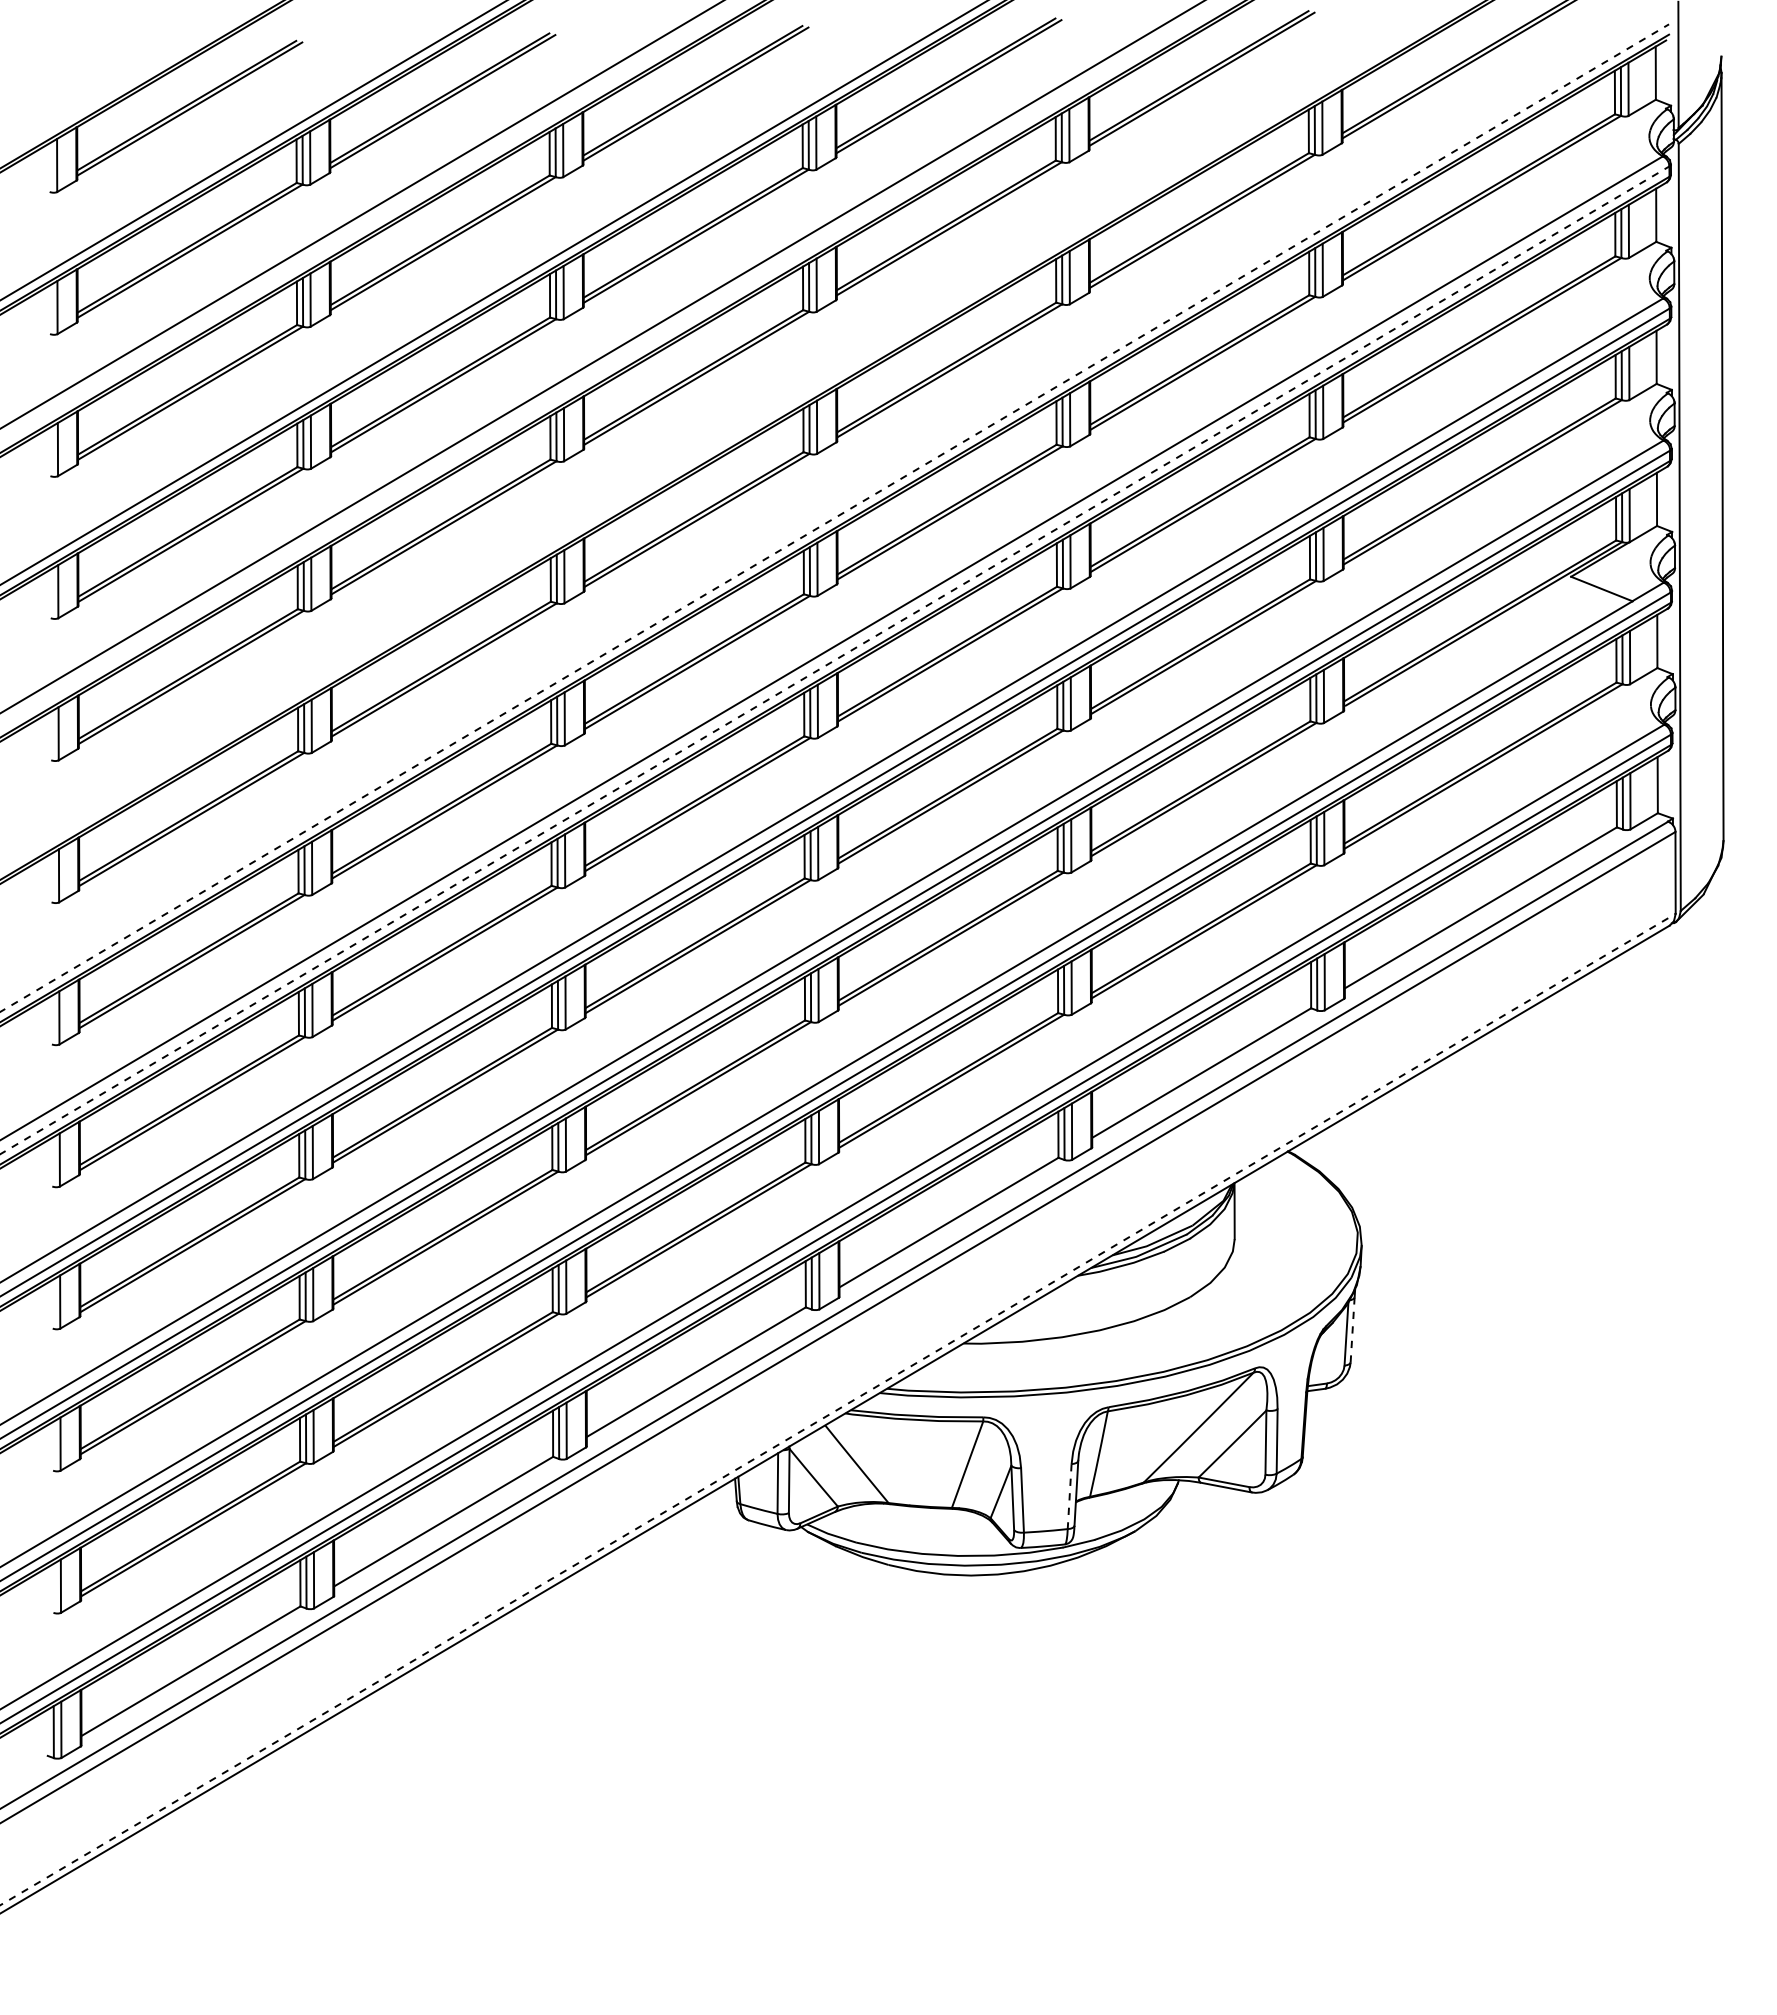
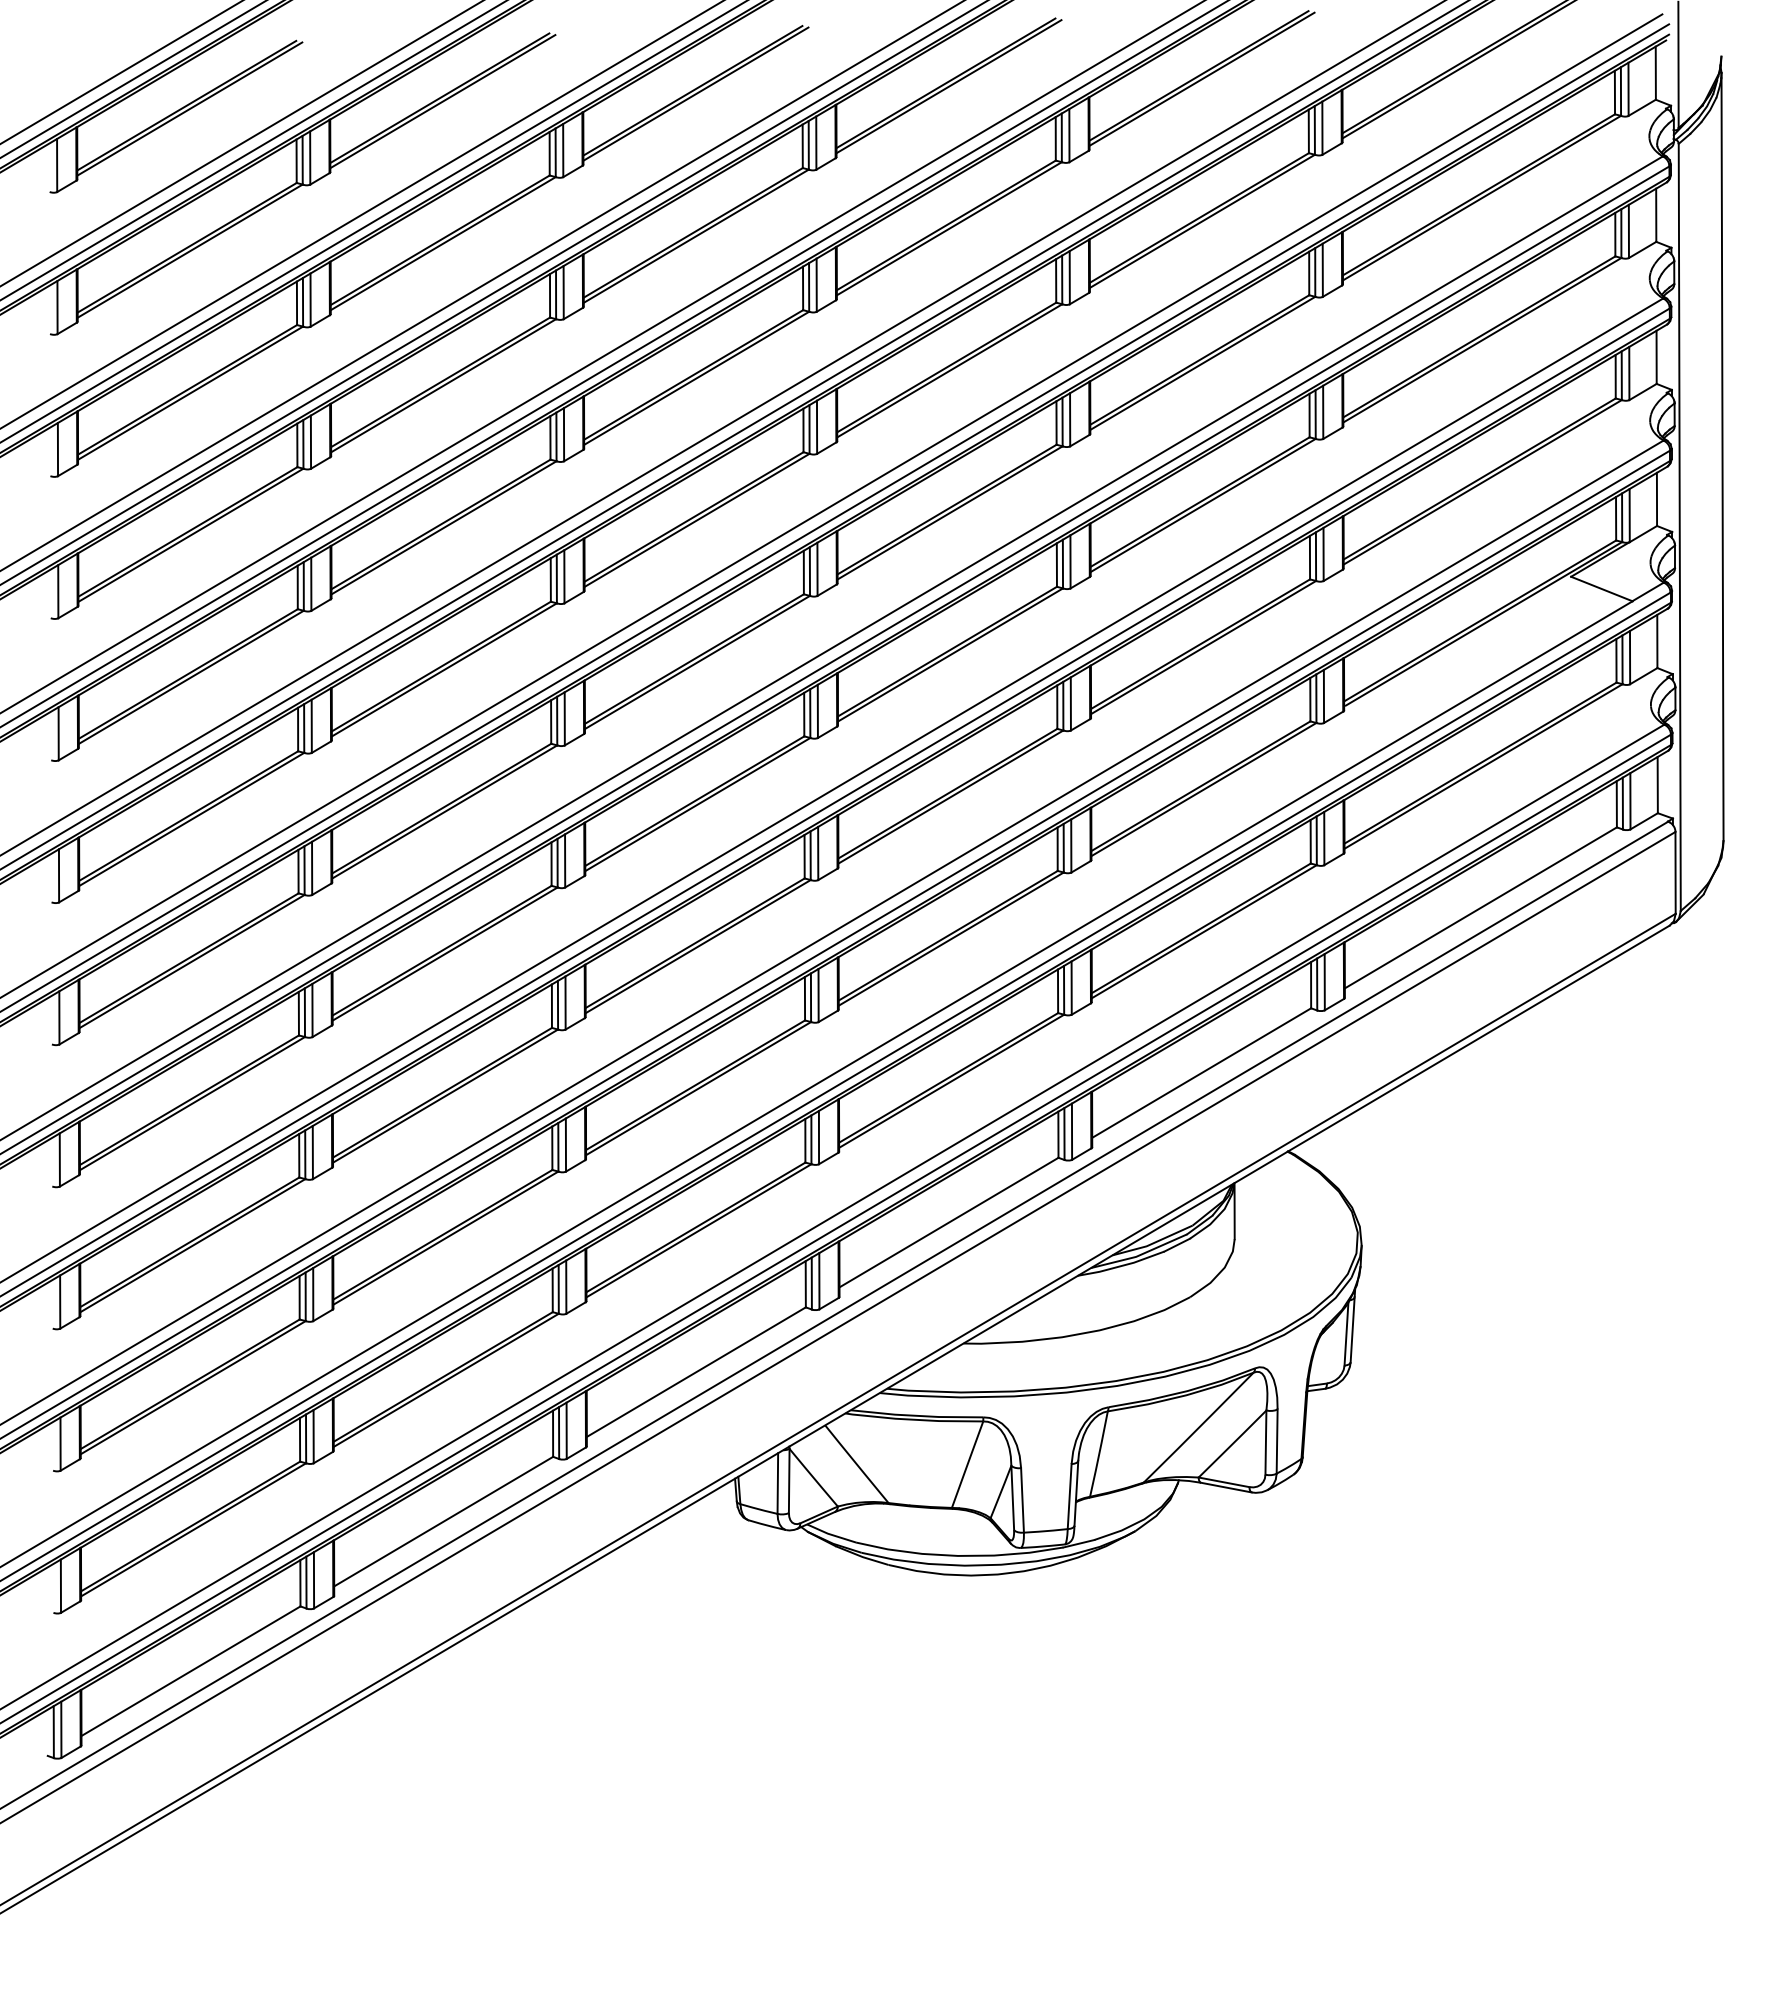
line at (121, 72): none -> present
line at (132, 79): none -> present
line at (241, 143): none -> present
line at (373, 221): none -> present
line at (481, 285): none -> present
line at (613, 364): none -> present
line at (722, 428): none -> present
line at (733, 435): none -> present
line at (832, 505): none -> present
line at (835, 517): dashed -> solid
line at (834, 660): dashed -> solid
line at (1352, 1329): dashed -> solid
line at (838, 1409): dashed -> solid
line at (1069, 1496): dashed -> solid
